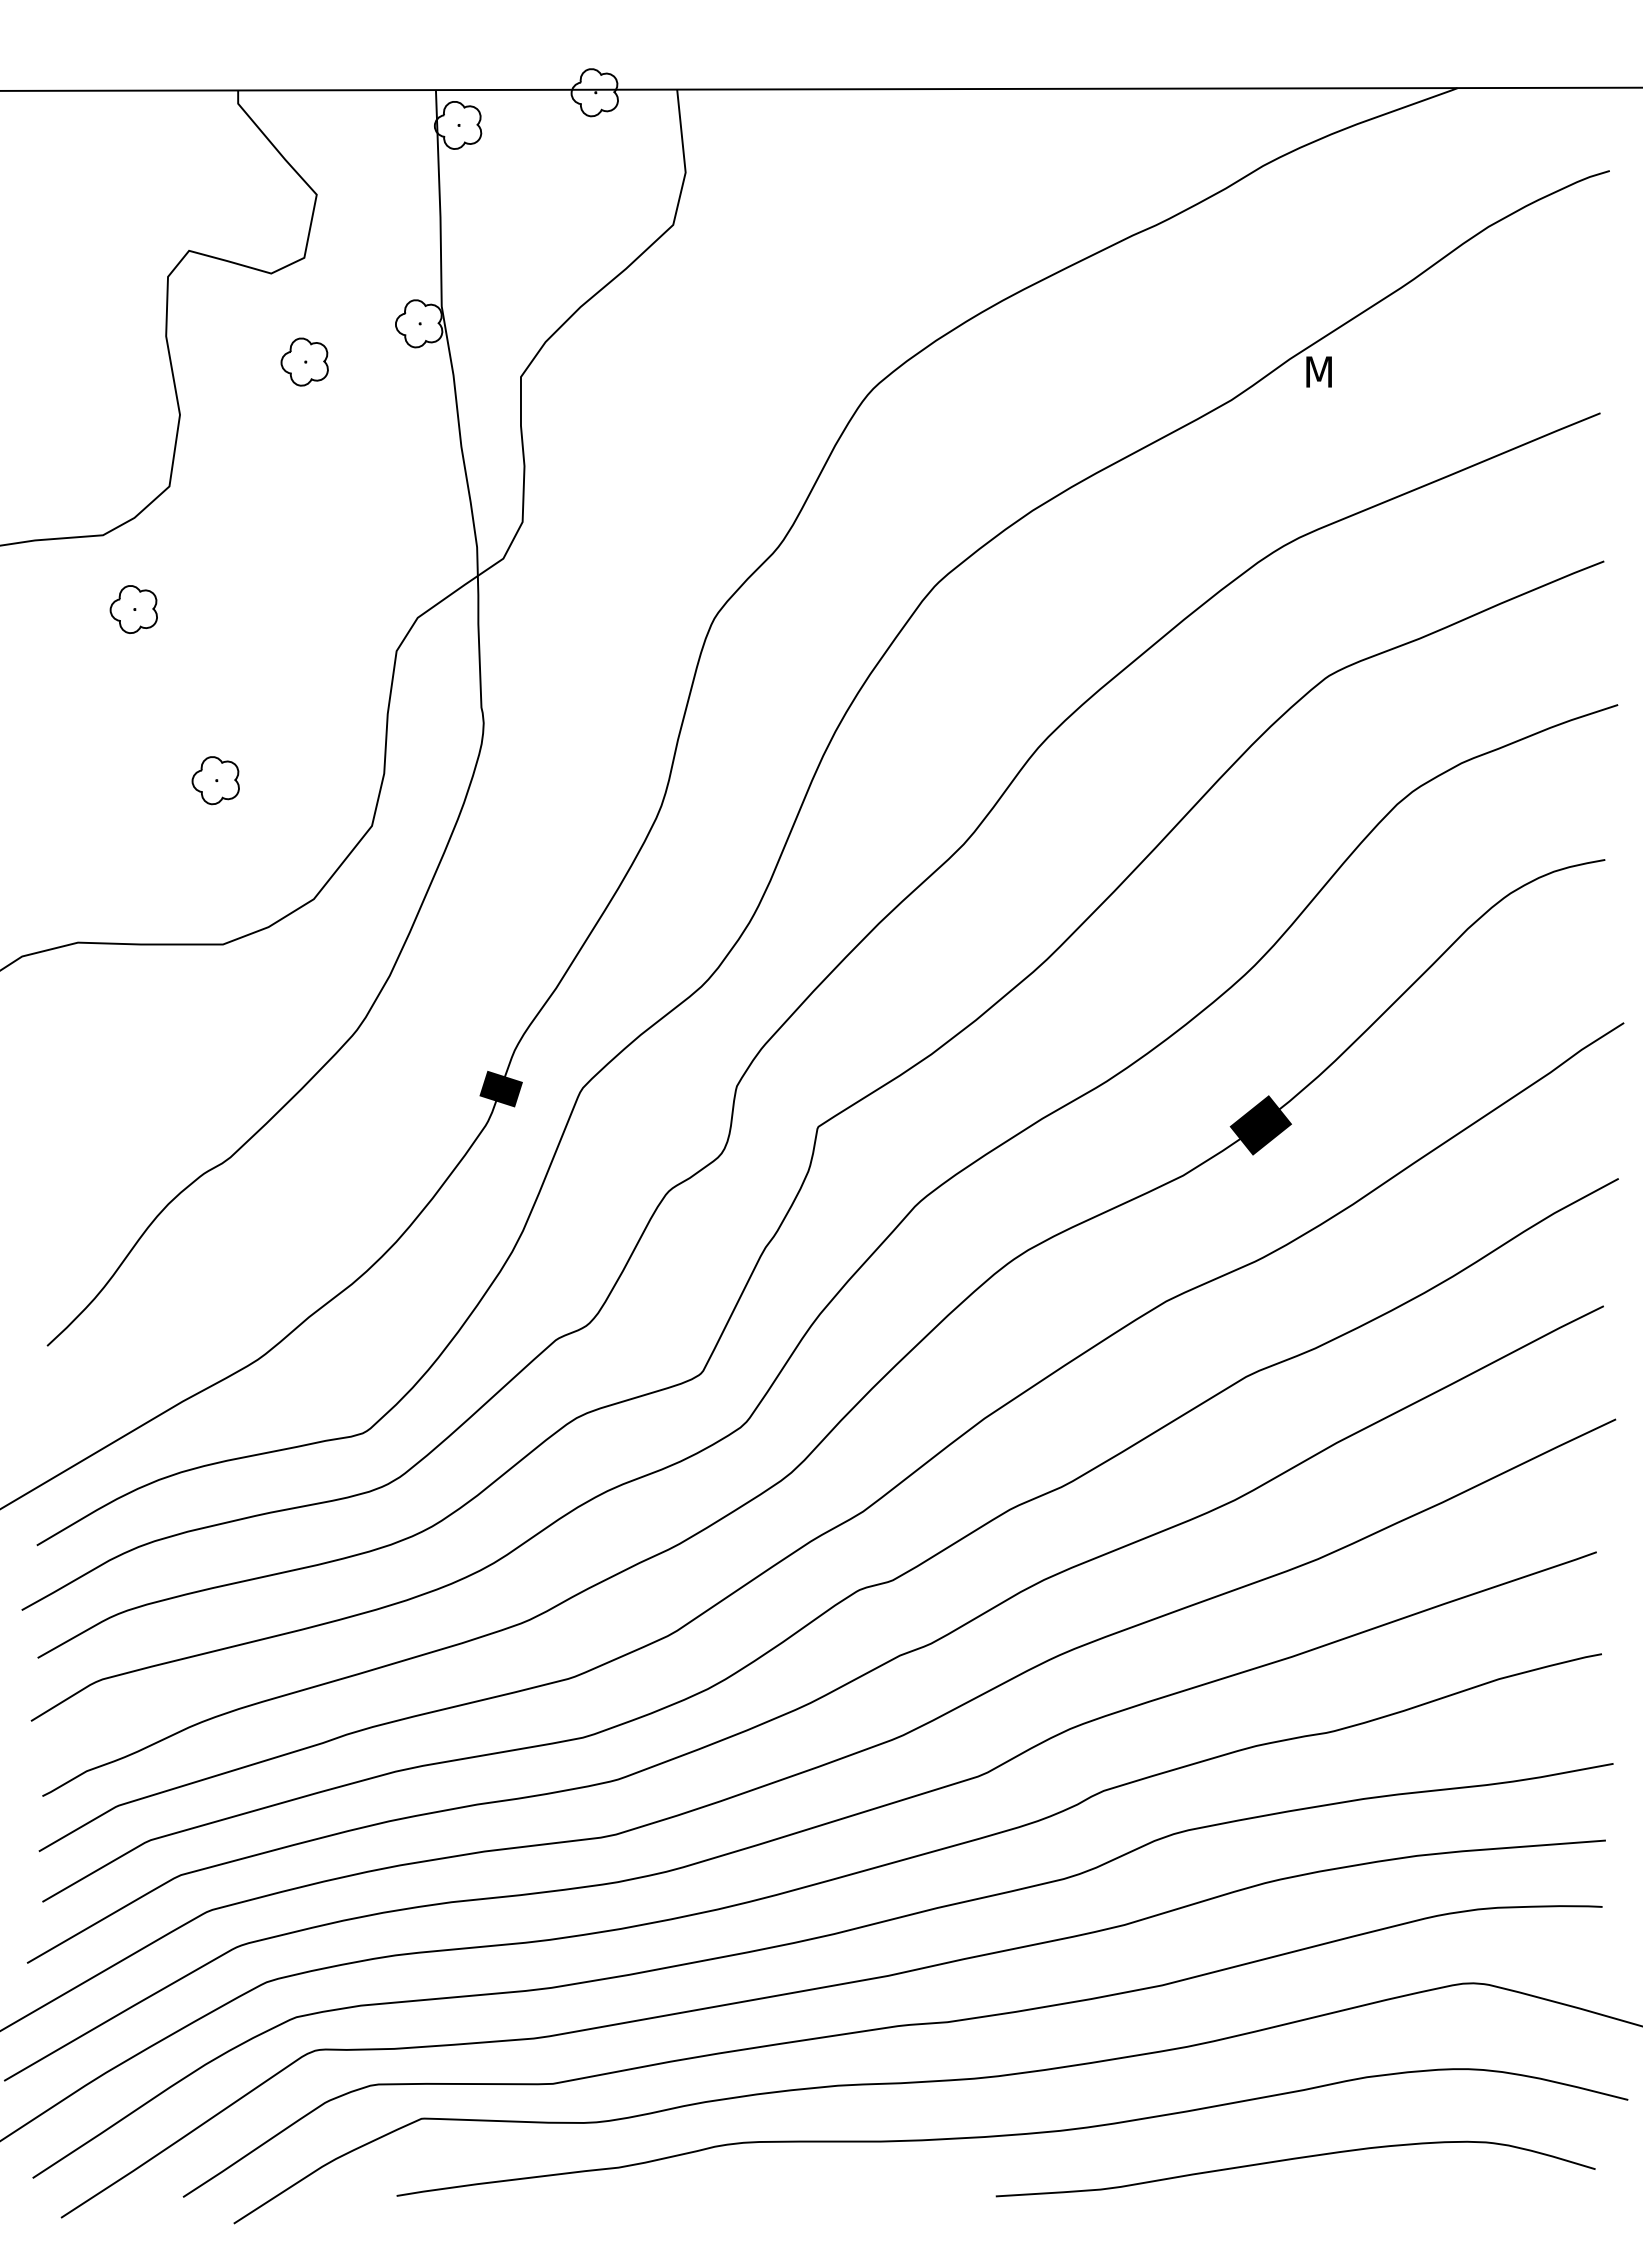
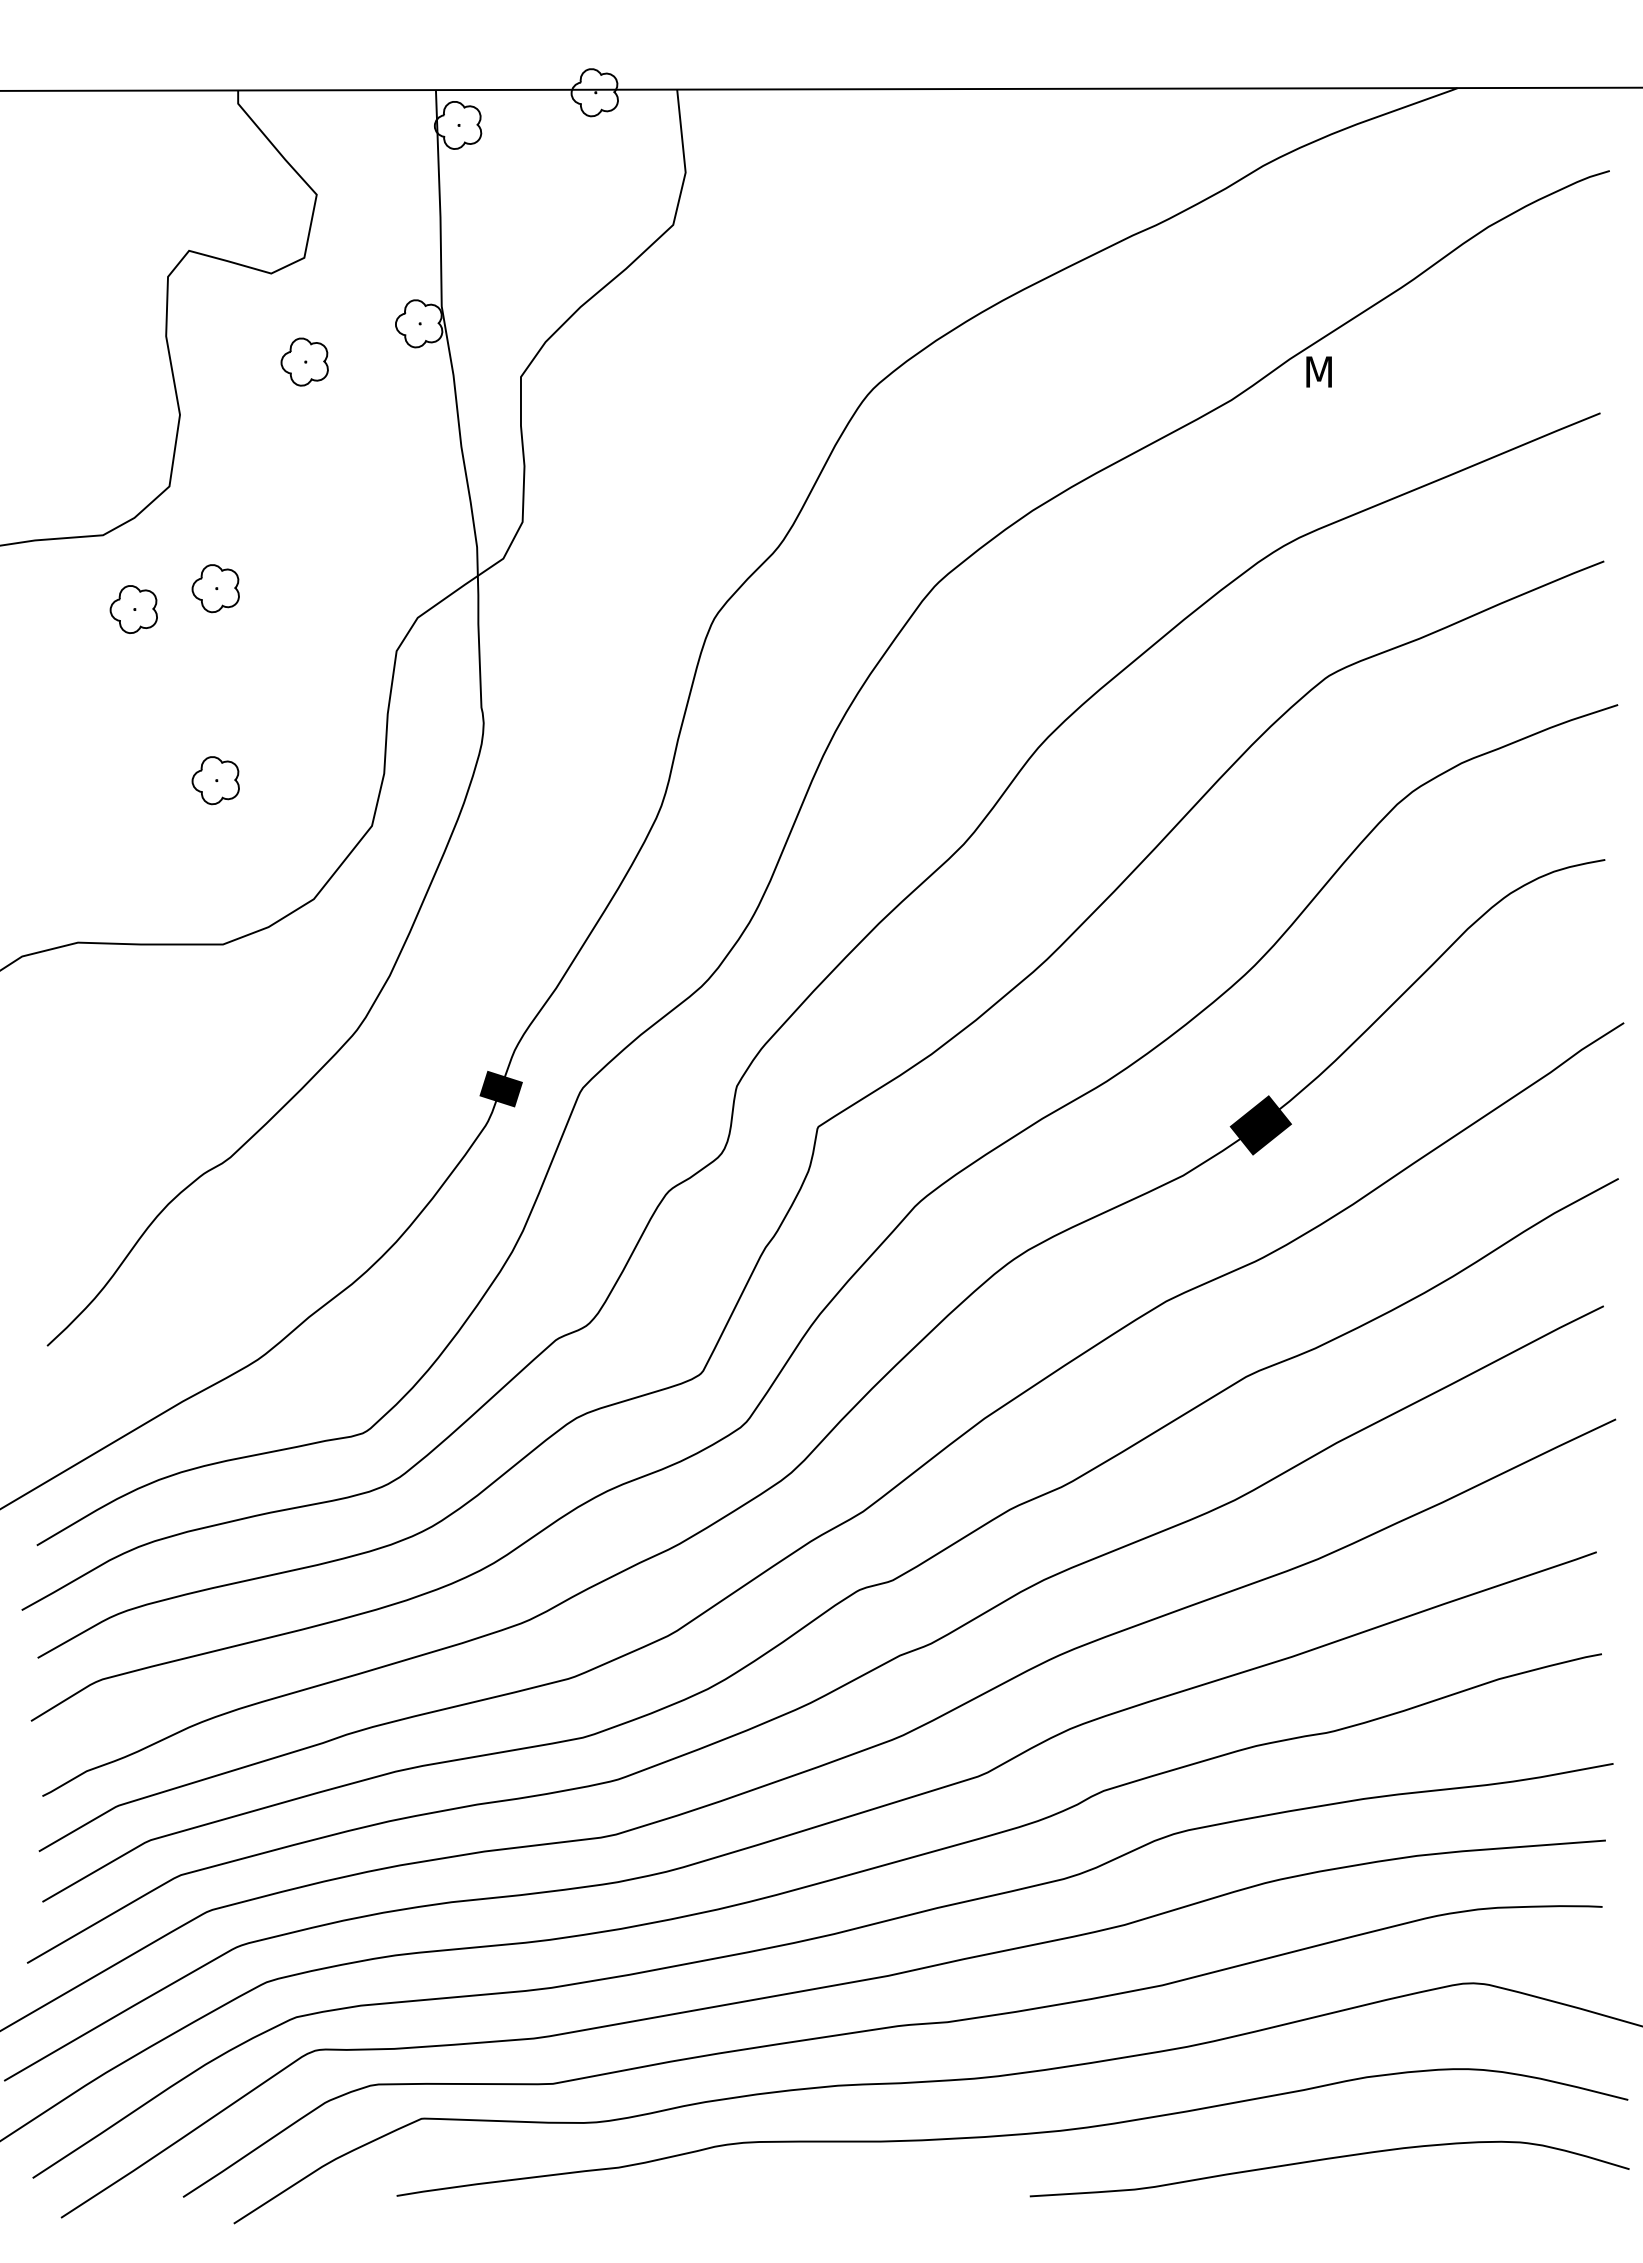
part at (215, 588): none -> present
curve at (1295, 2159) position: (1295, 2159) -> (1329, 2159)
